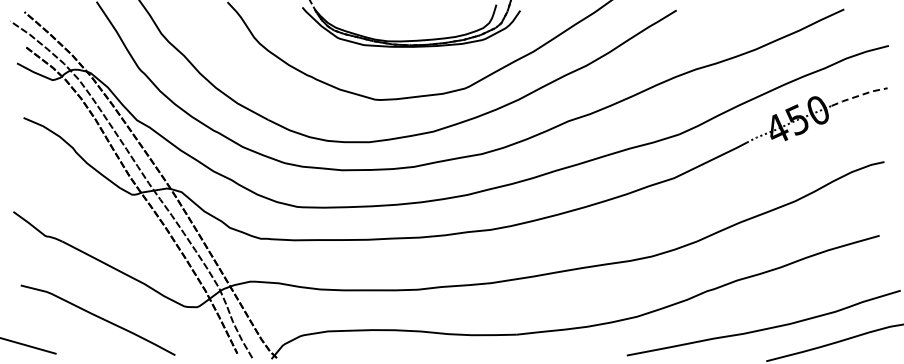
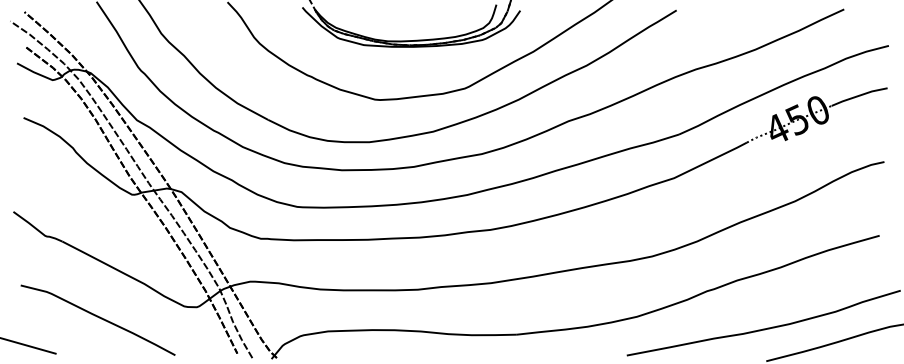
line at (859, 95): dashed -> solid
